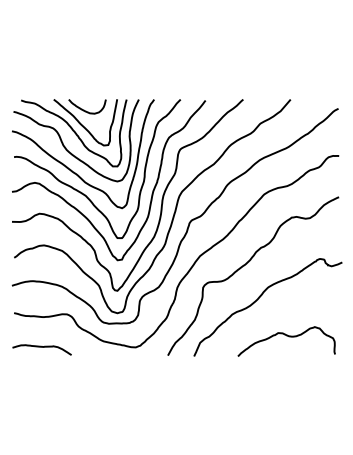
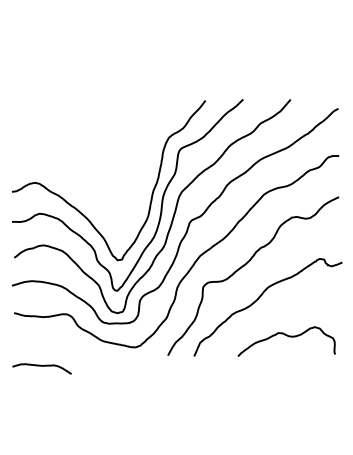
part at (96, 168): present -> none
curve at (41, 347) position: (41, 347) -> (41, 366)
